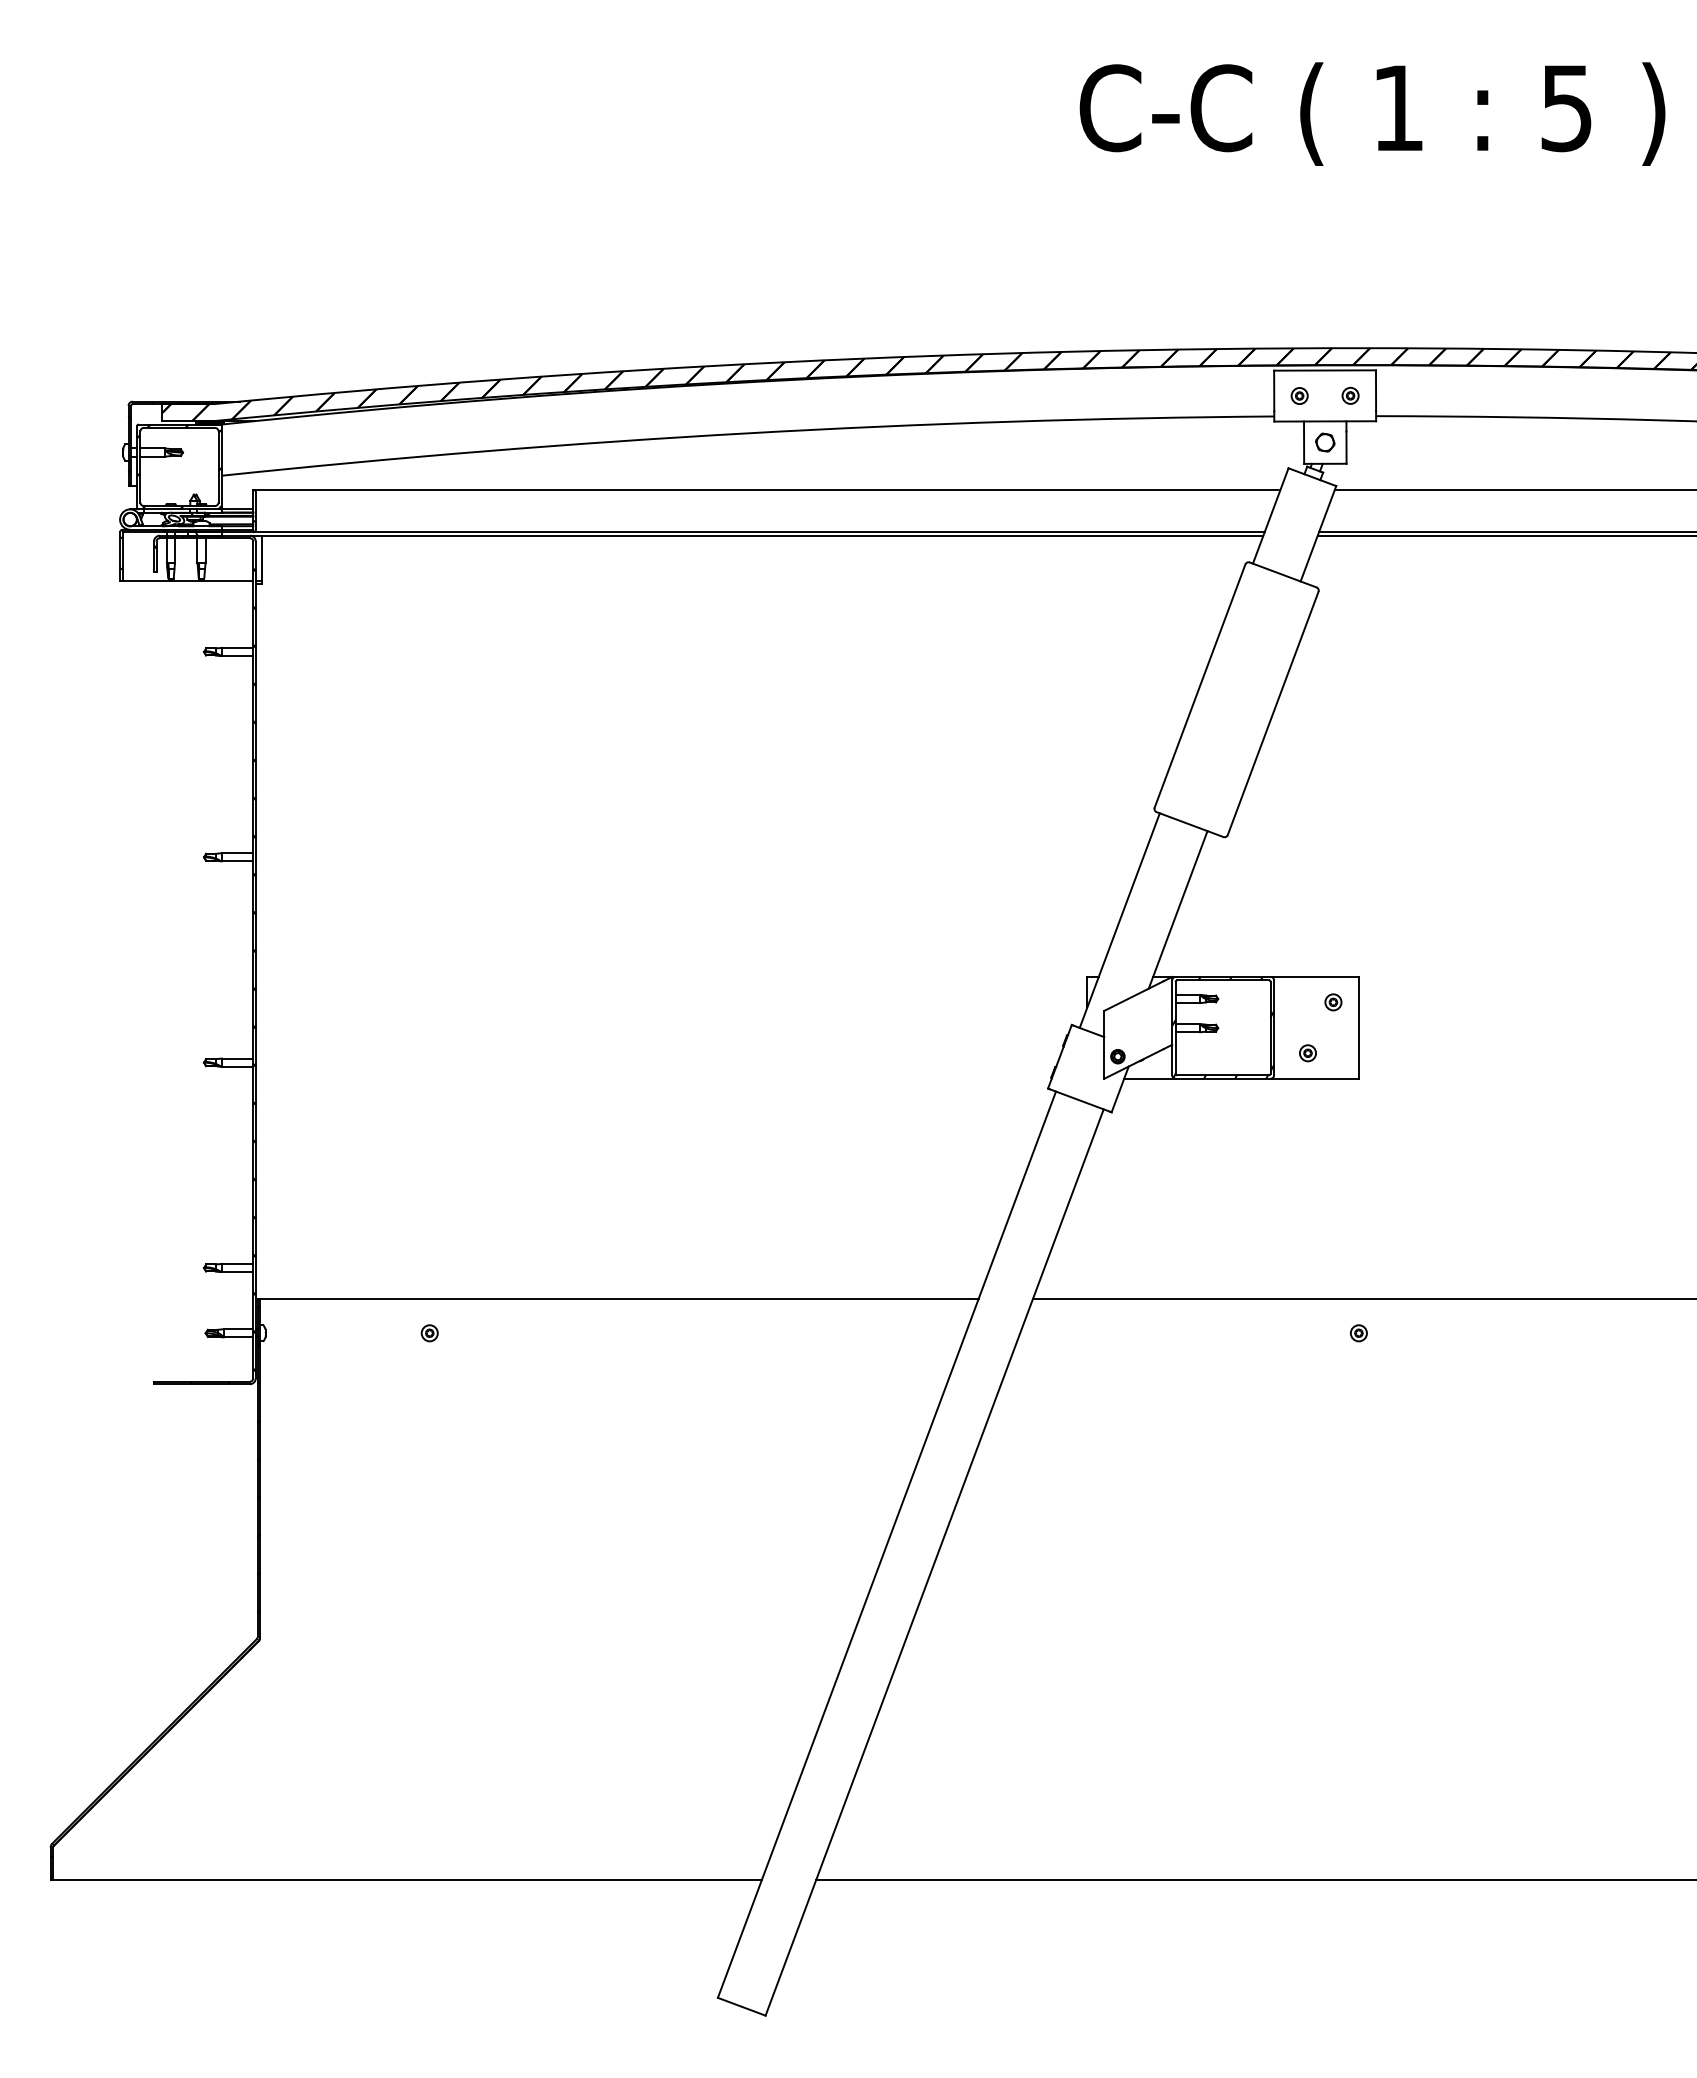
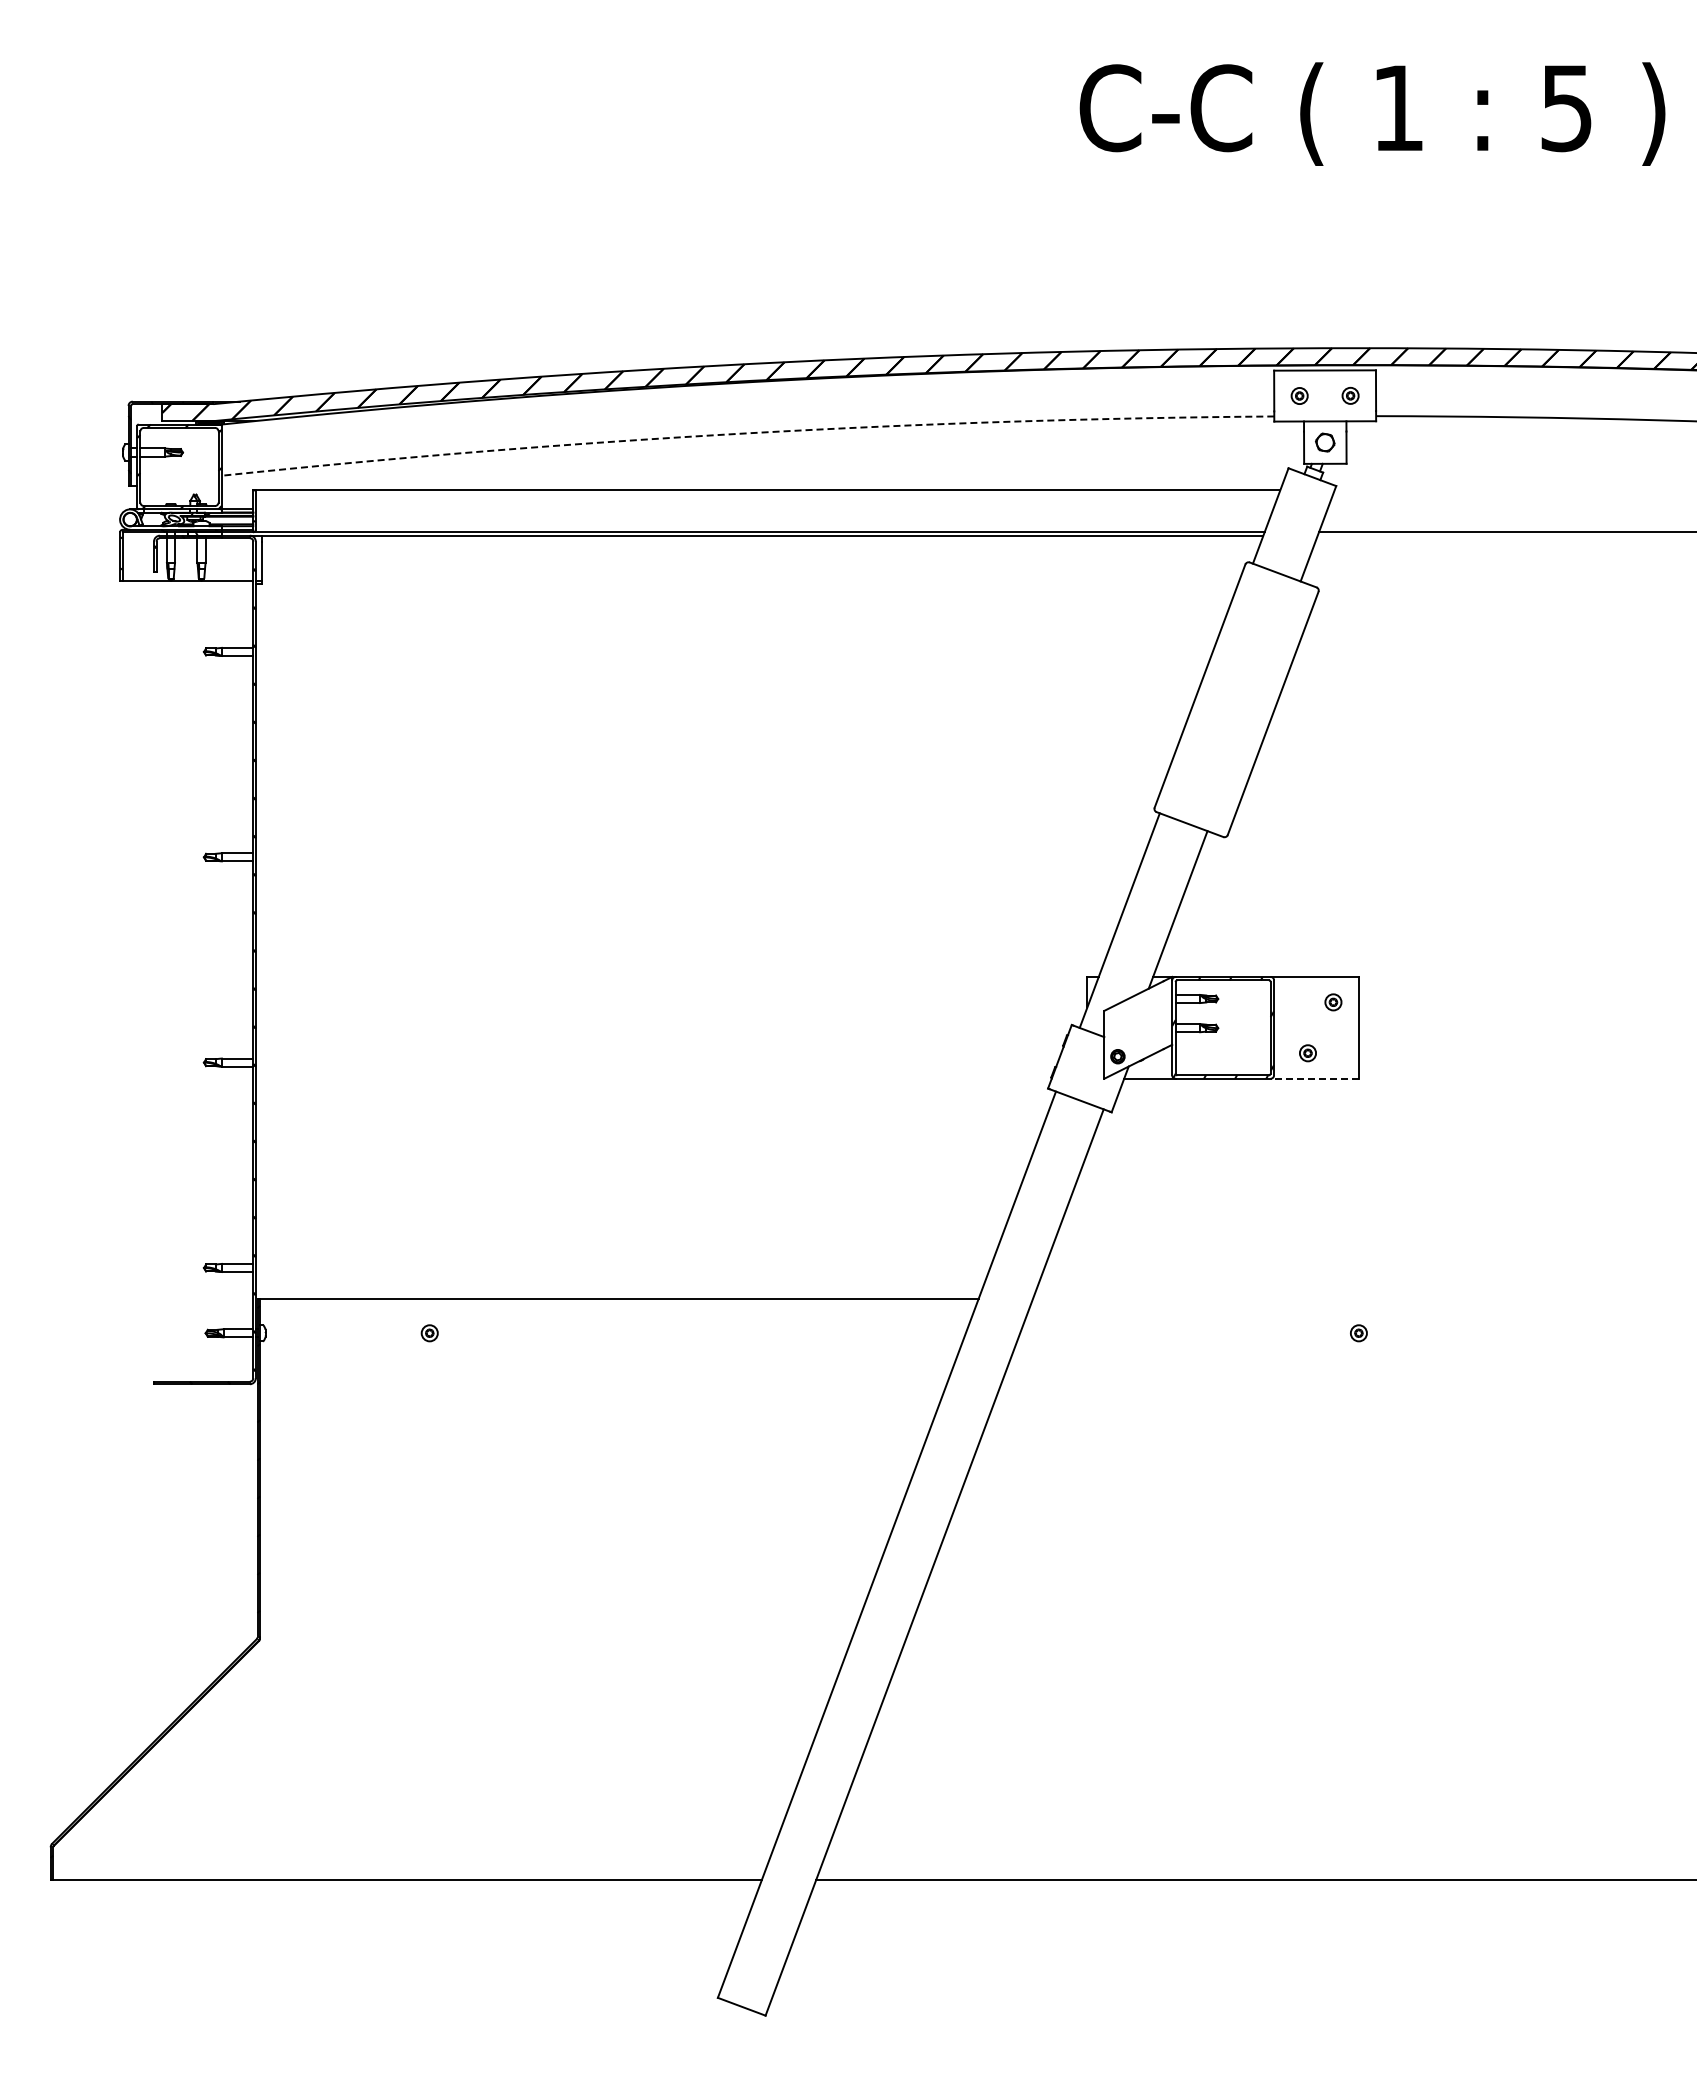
arc at (747, 433): solid -> dashed
line at (1513, 489): present -> none
line at (1505, 535): present -> none
line at (1314, 1078): solid -> dashed
line at (1362, 1299): present -> none
